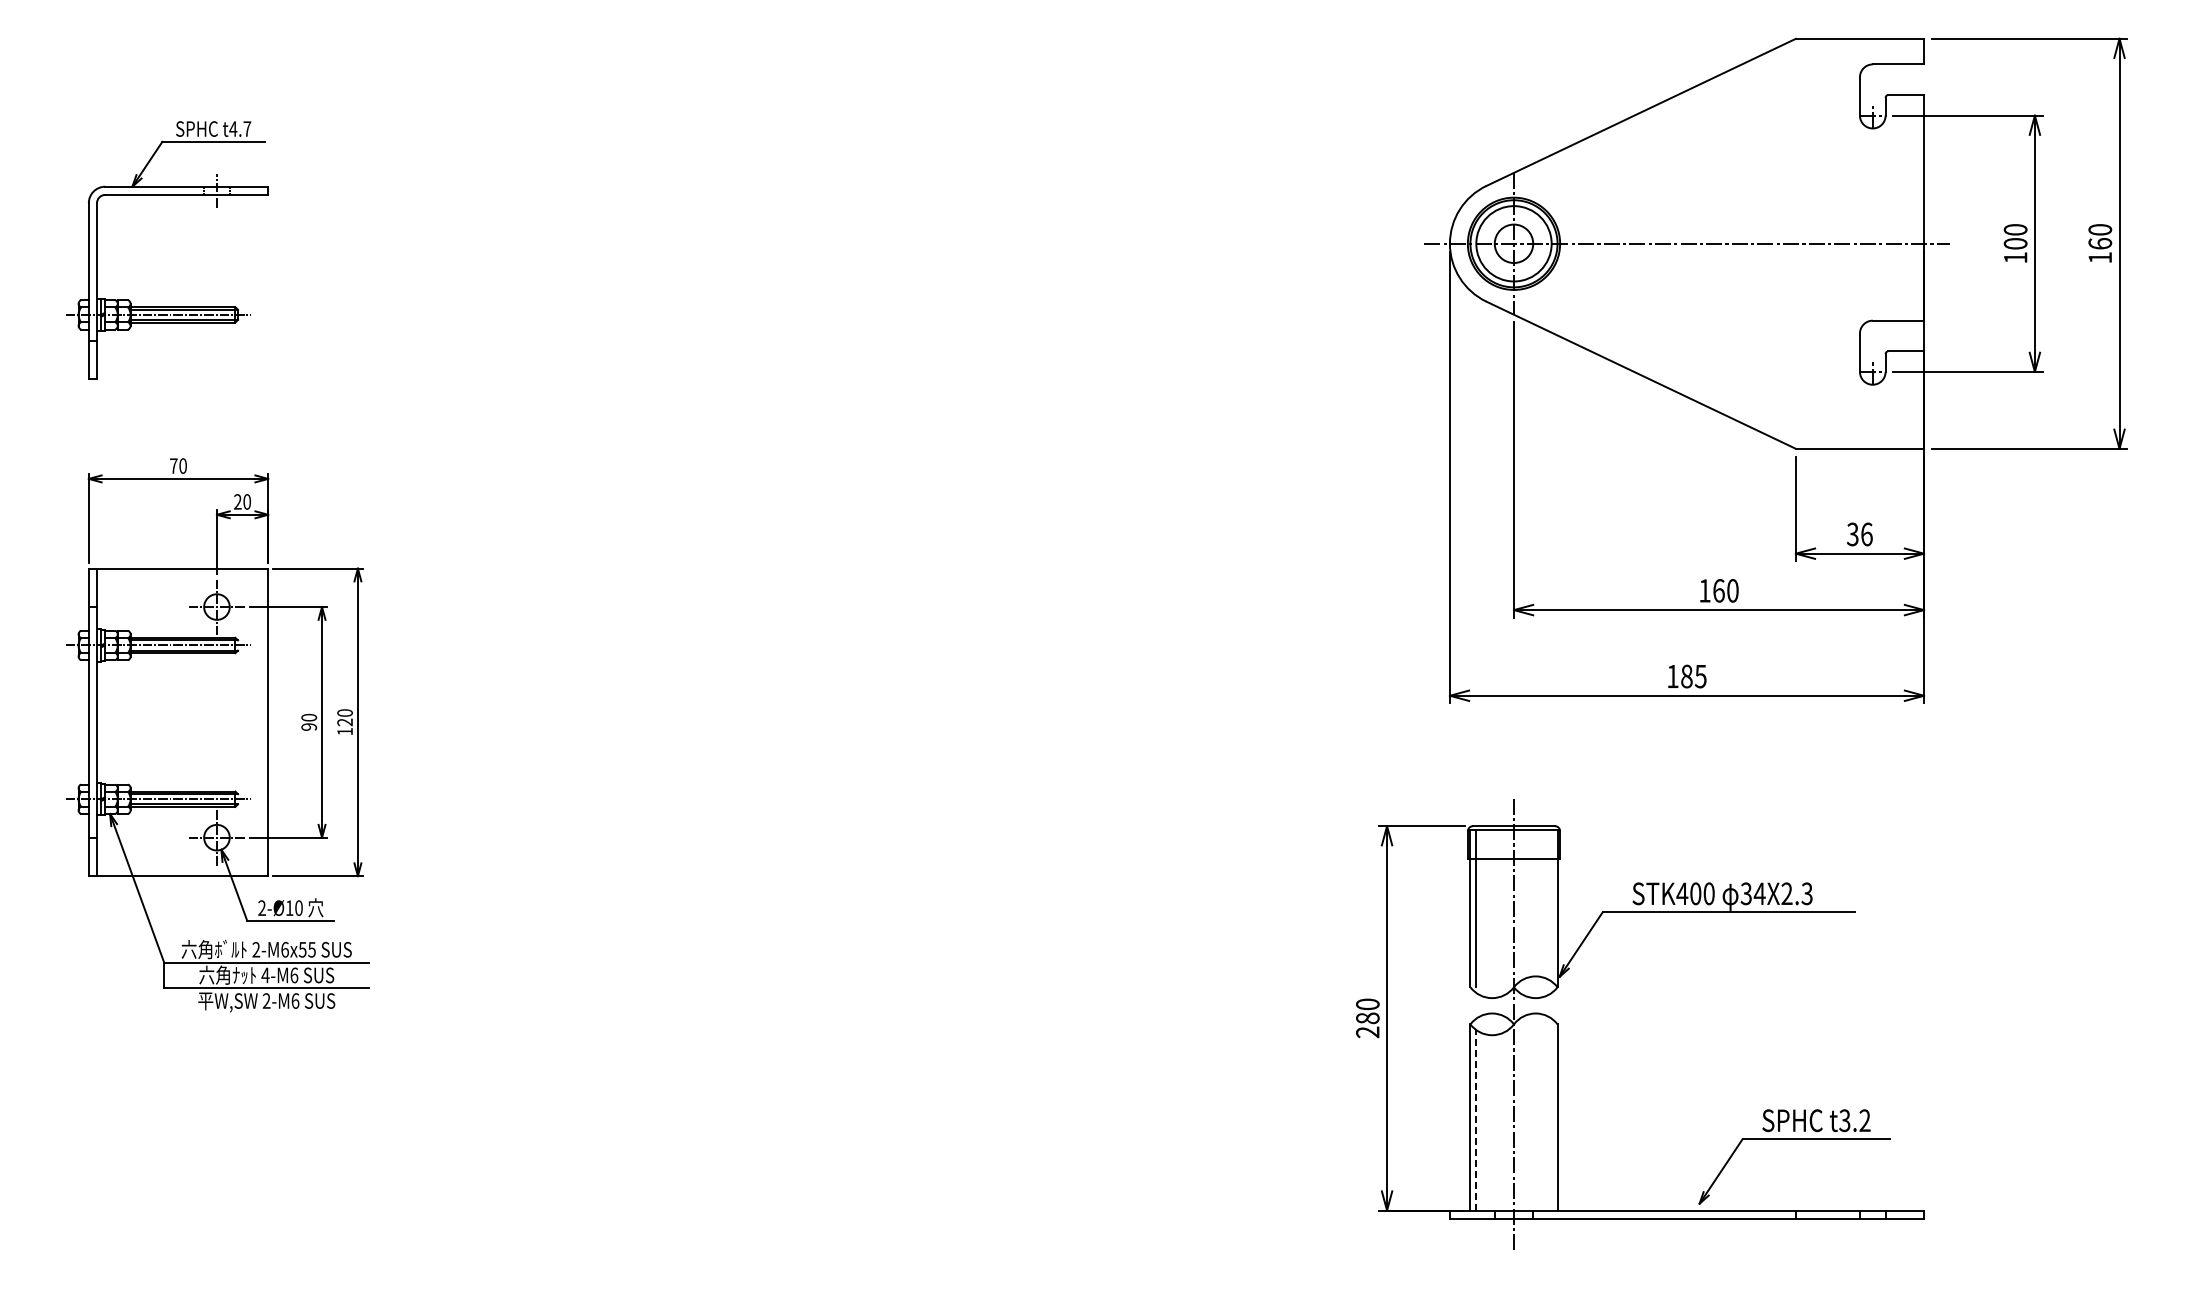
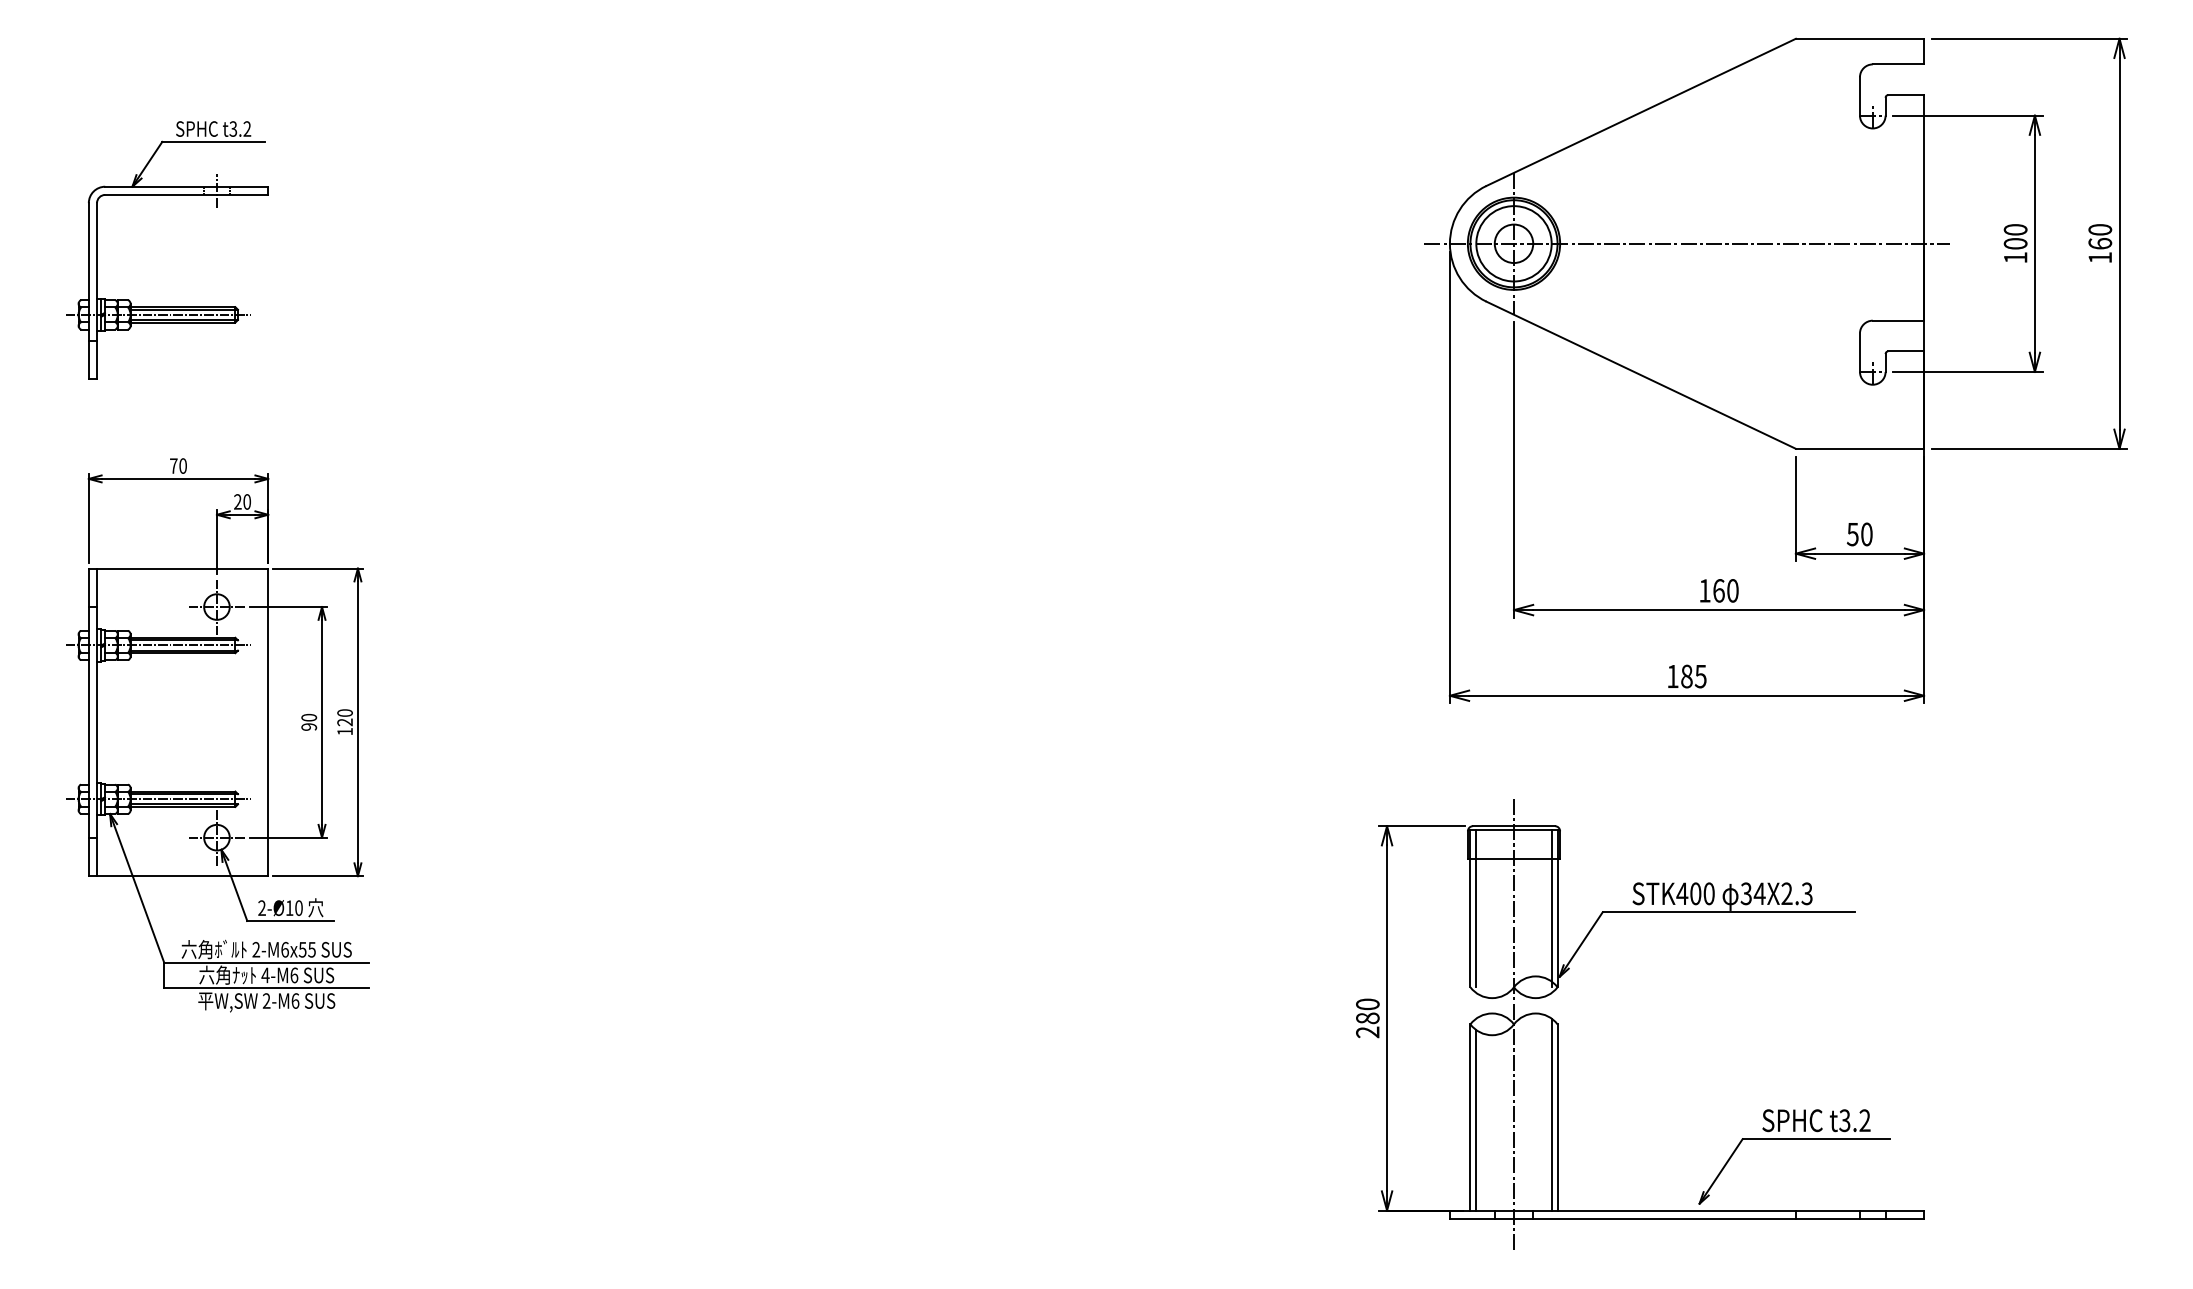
text at (240, 128): t4.7 -> t3.2
text at (1859, 534): 36 -> 50
line at (1551, 908): none -> present
line at (1551, 1114): none -> present
line at (1476, 1119): dashed -> solid
